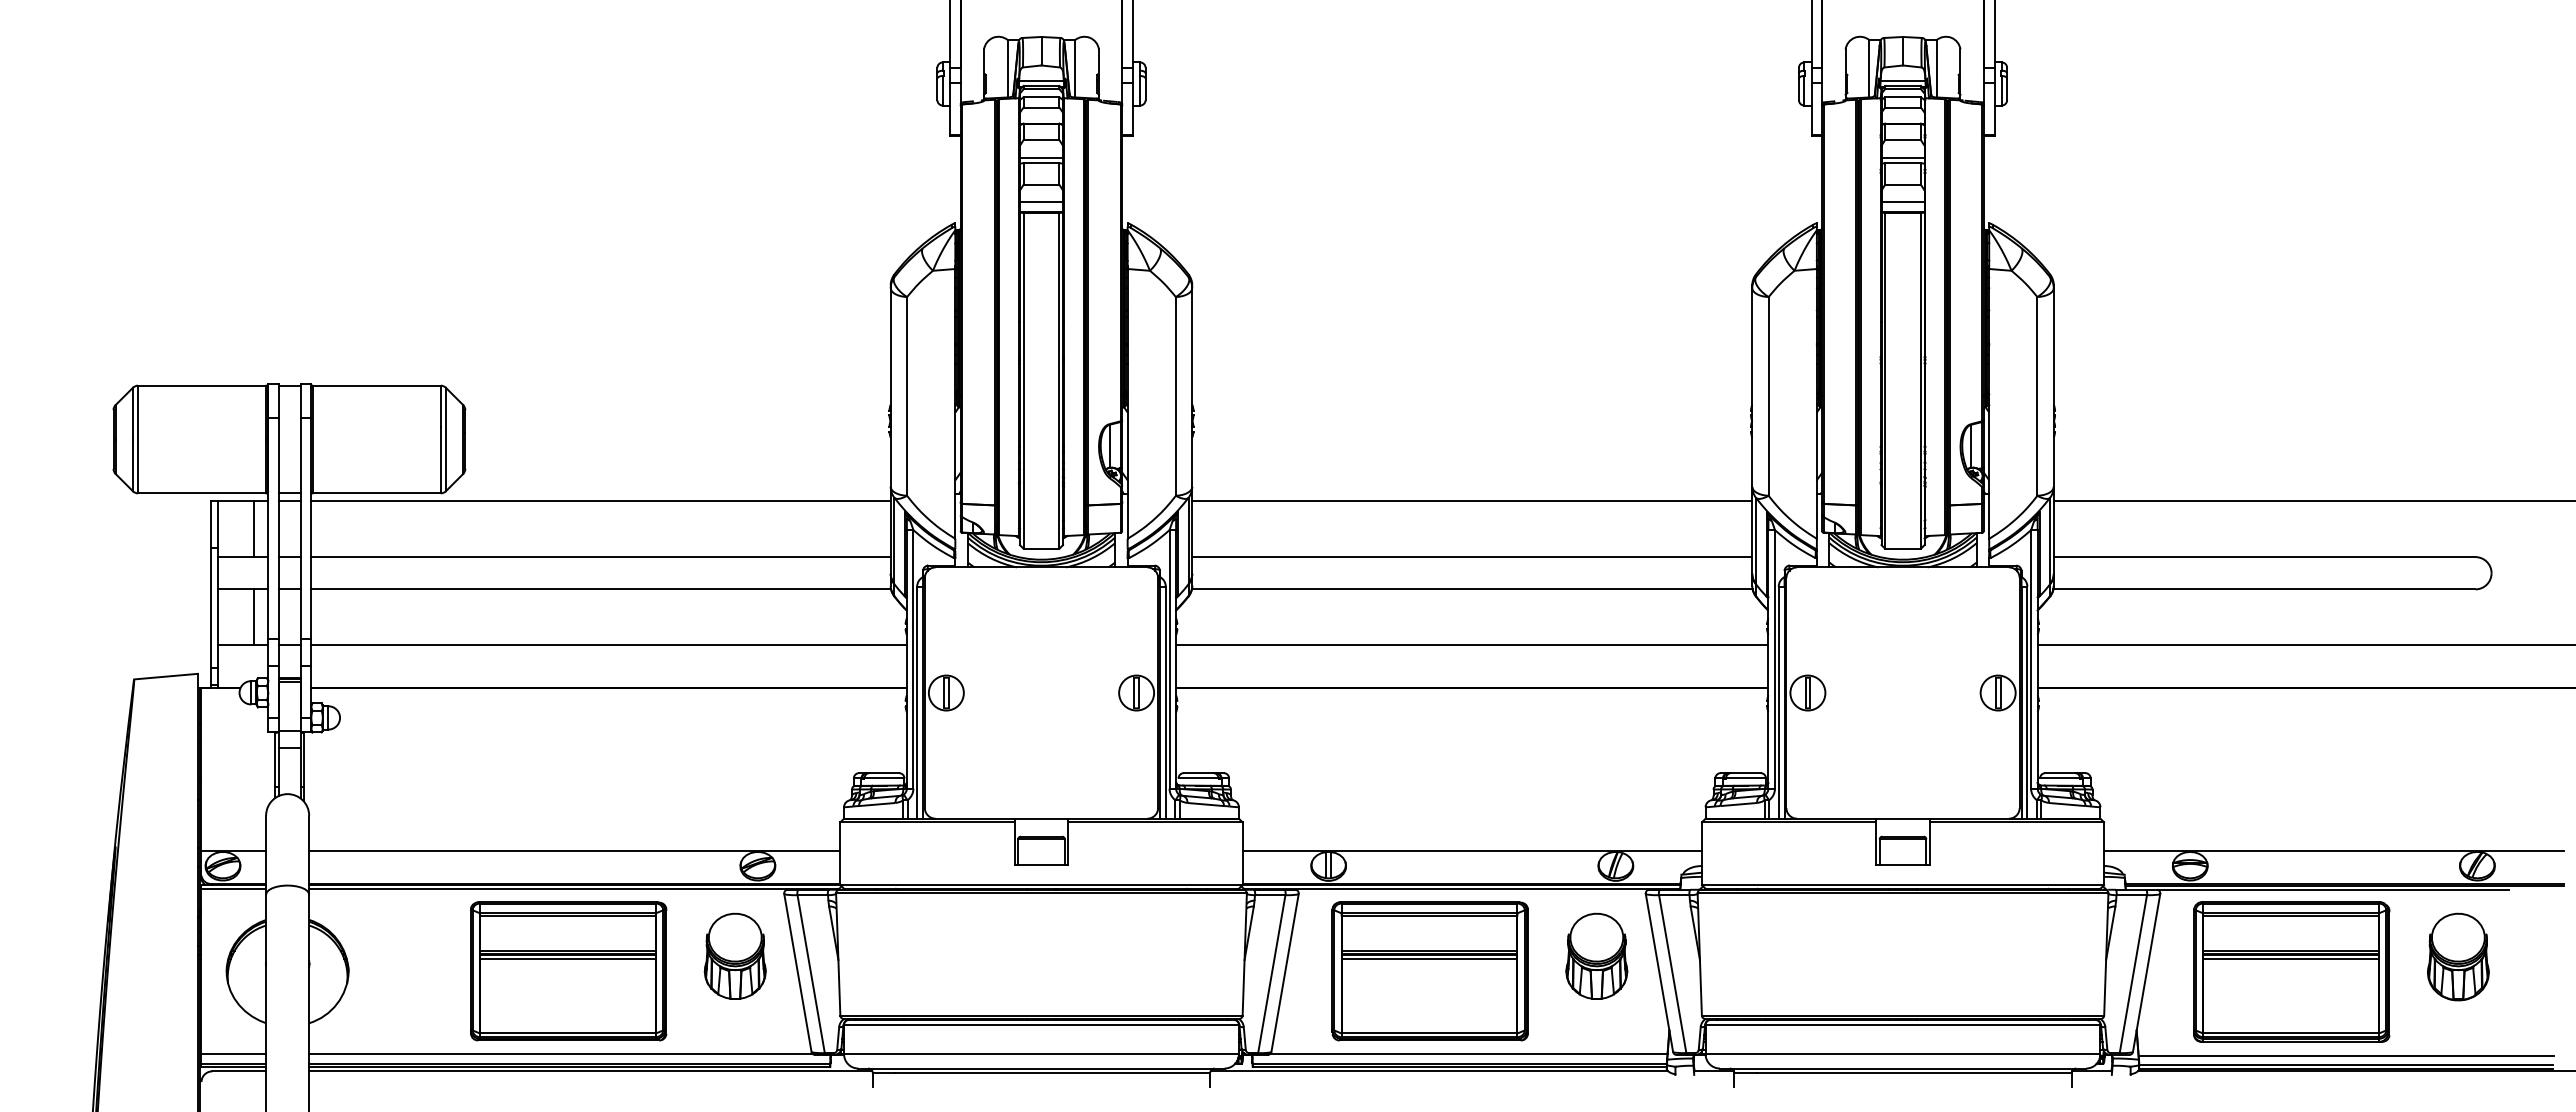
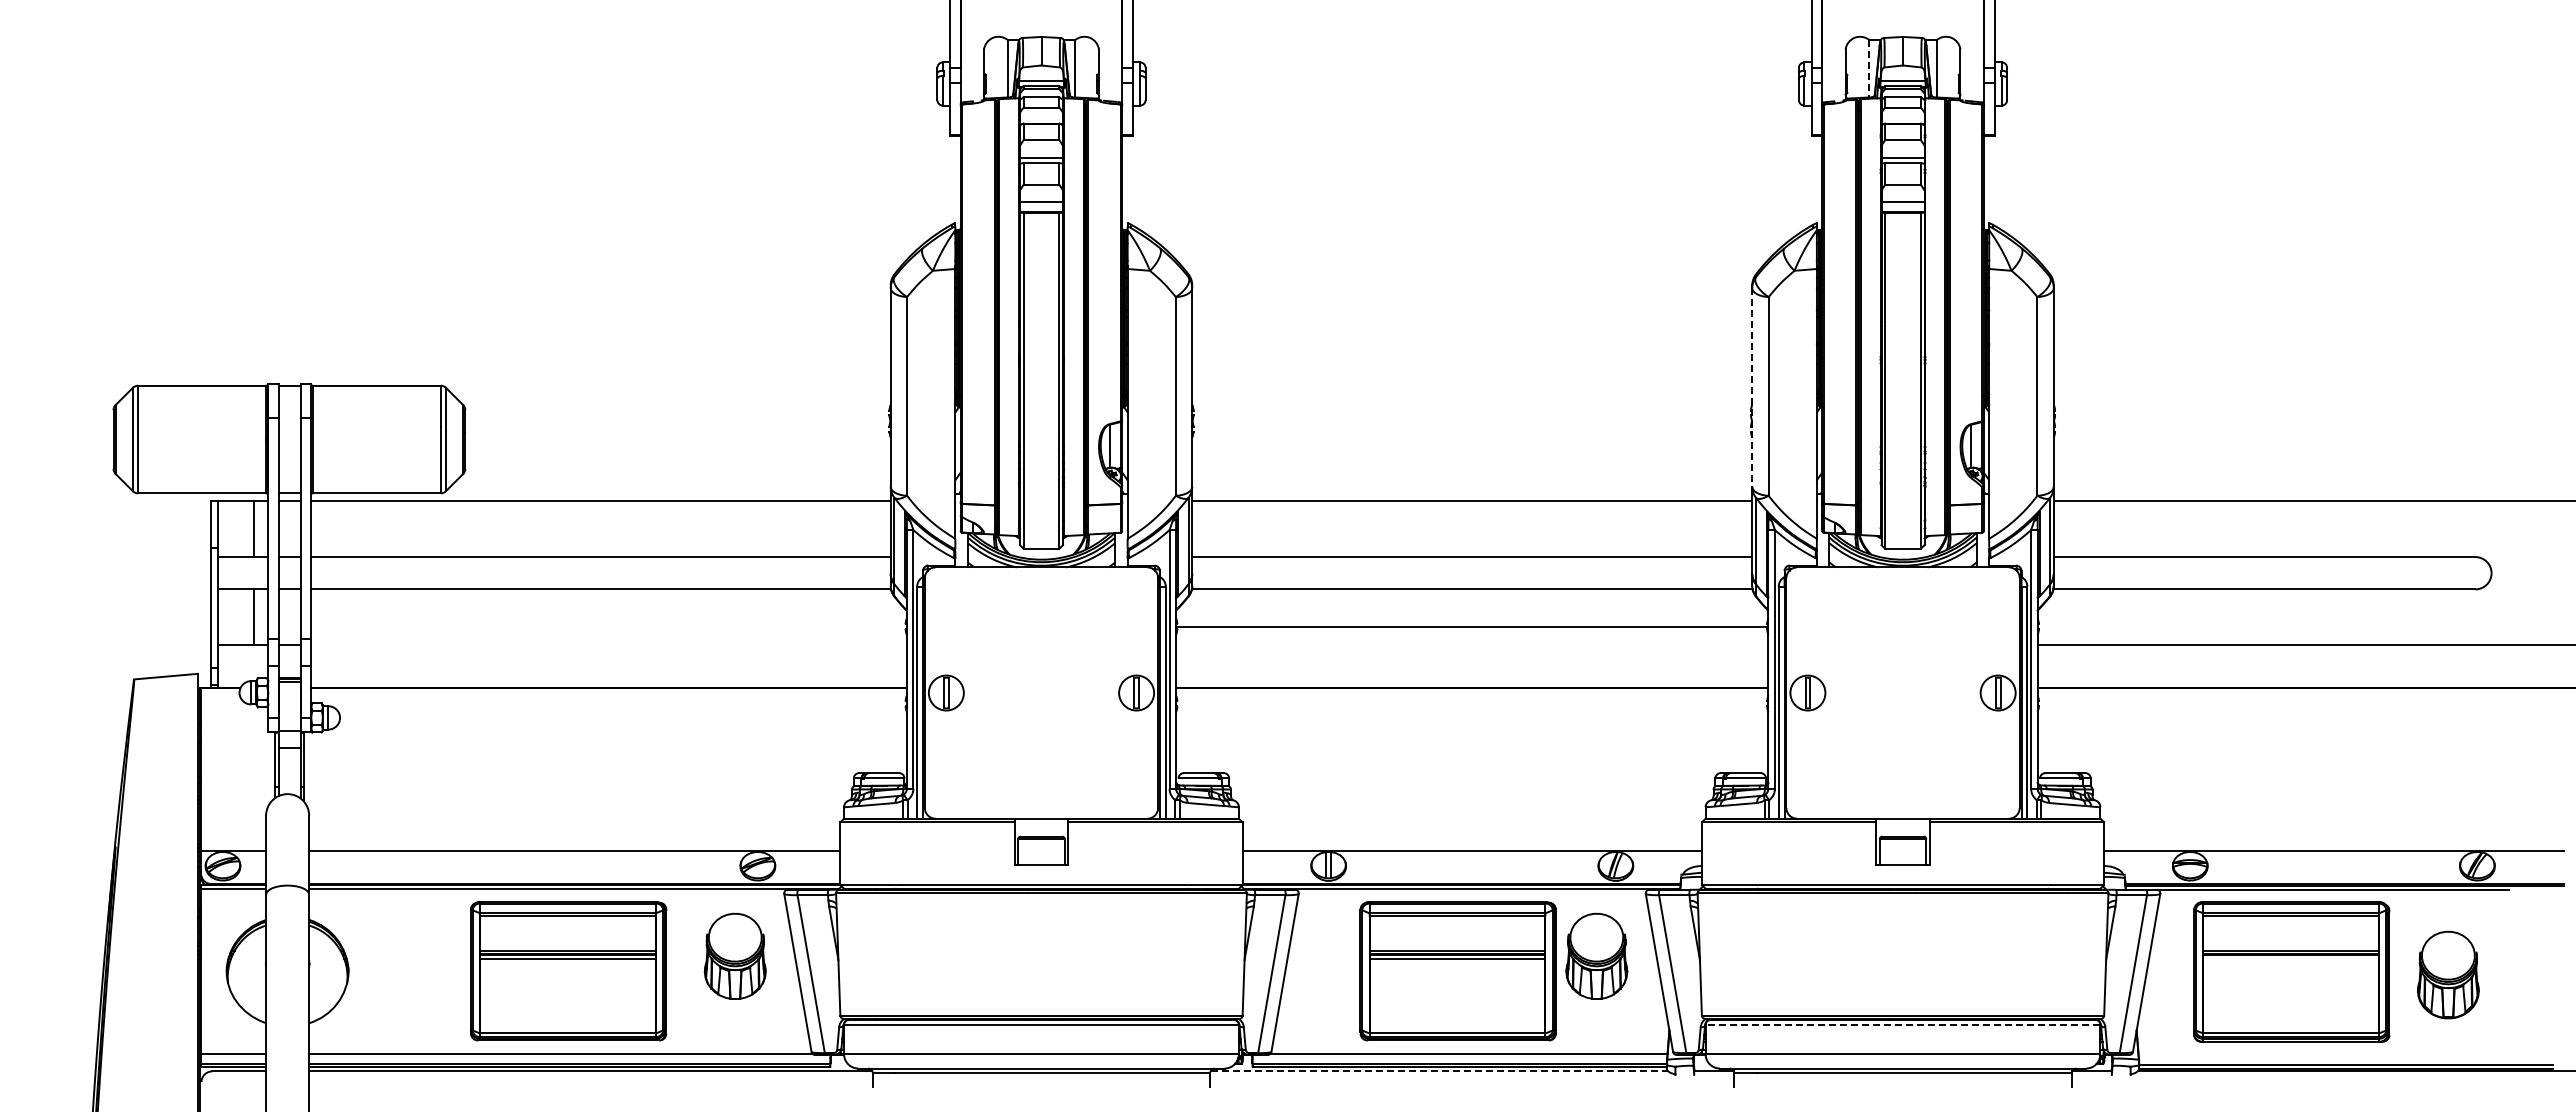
line at (1869, 68): solid -> dashed
line at (1752, 388): solid -> dashed
line at (608, 645): present -> none
line at (1472, 645) position: (1472, 645) -> (1472, 627)
part at (2458, 956) position: (2458, 956) -> (2448, 974)
line at (2290, 958): present -> none
part at (1429, 971) position: (1429, 971) -> (1457, 971)
line at (1902, 1024): solid -> dashed
line at (2345, 1055): present -> none
line at (1439, 1071): solid -> dashed
